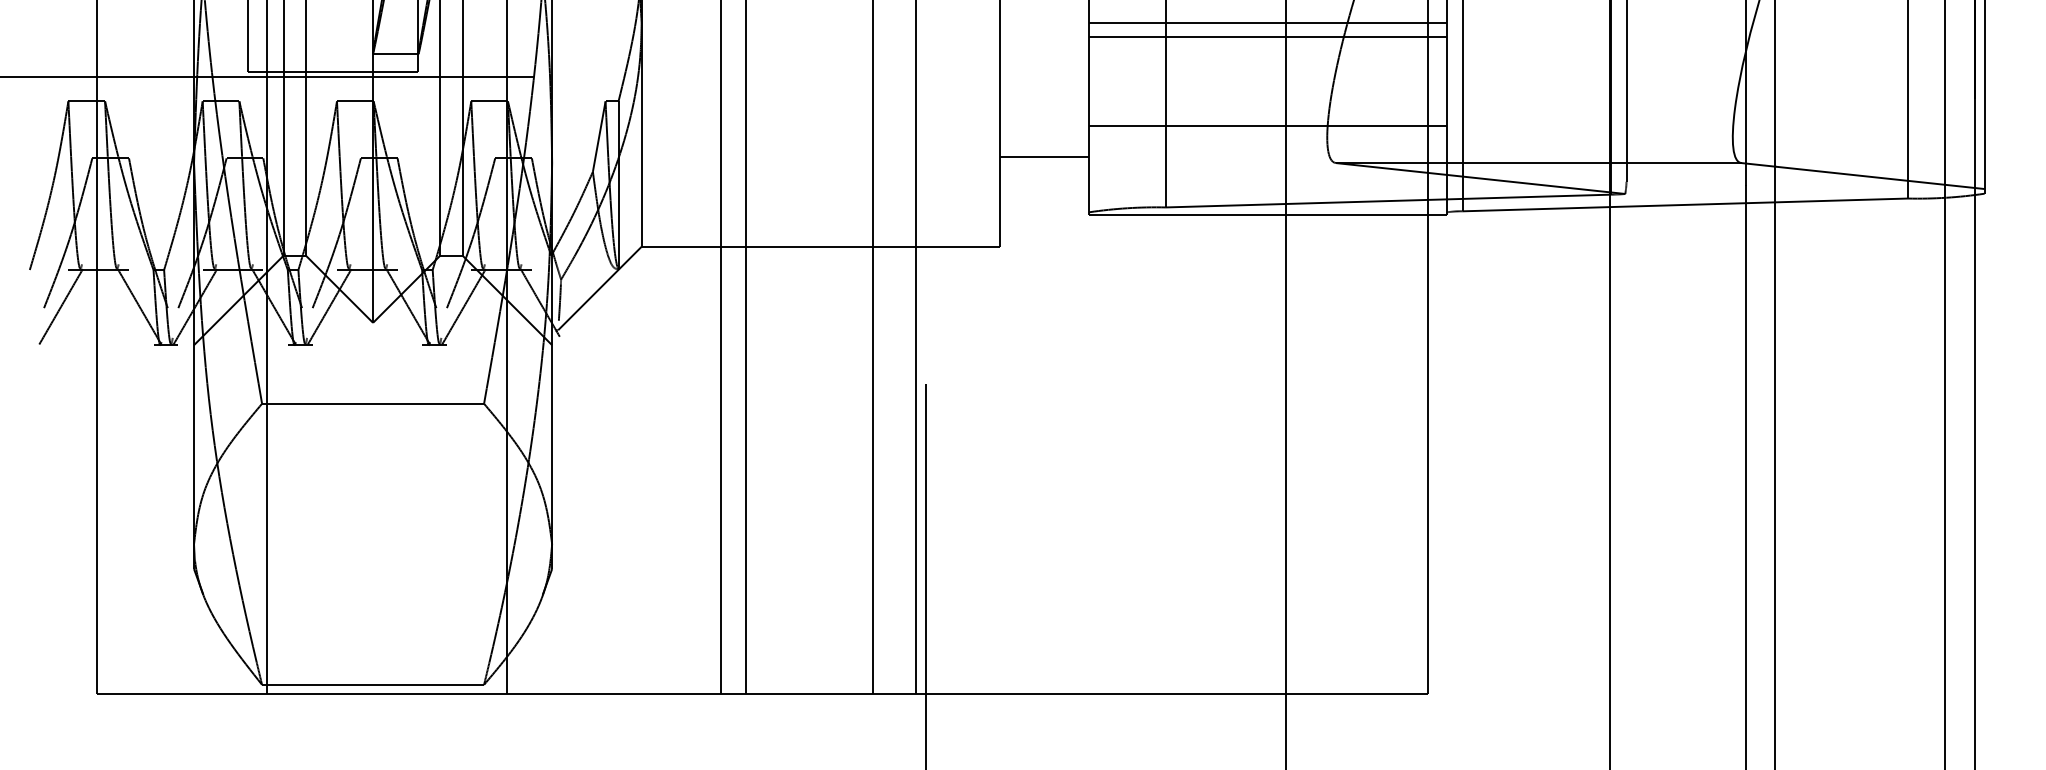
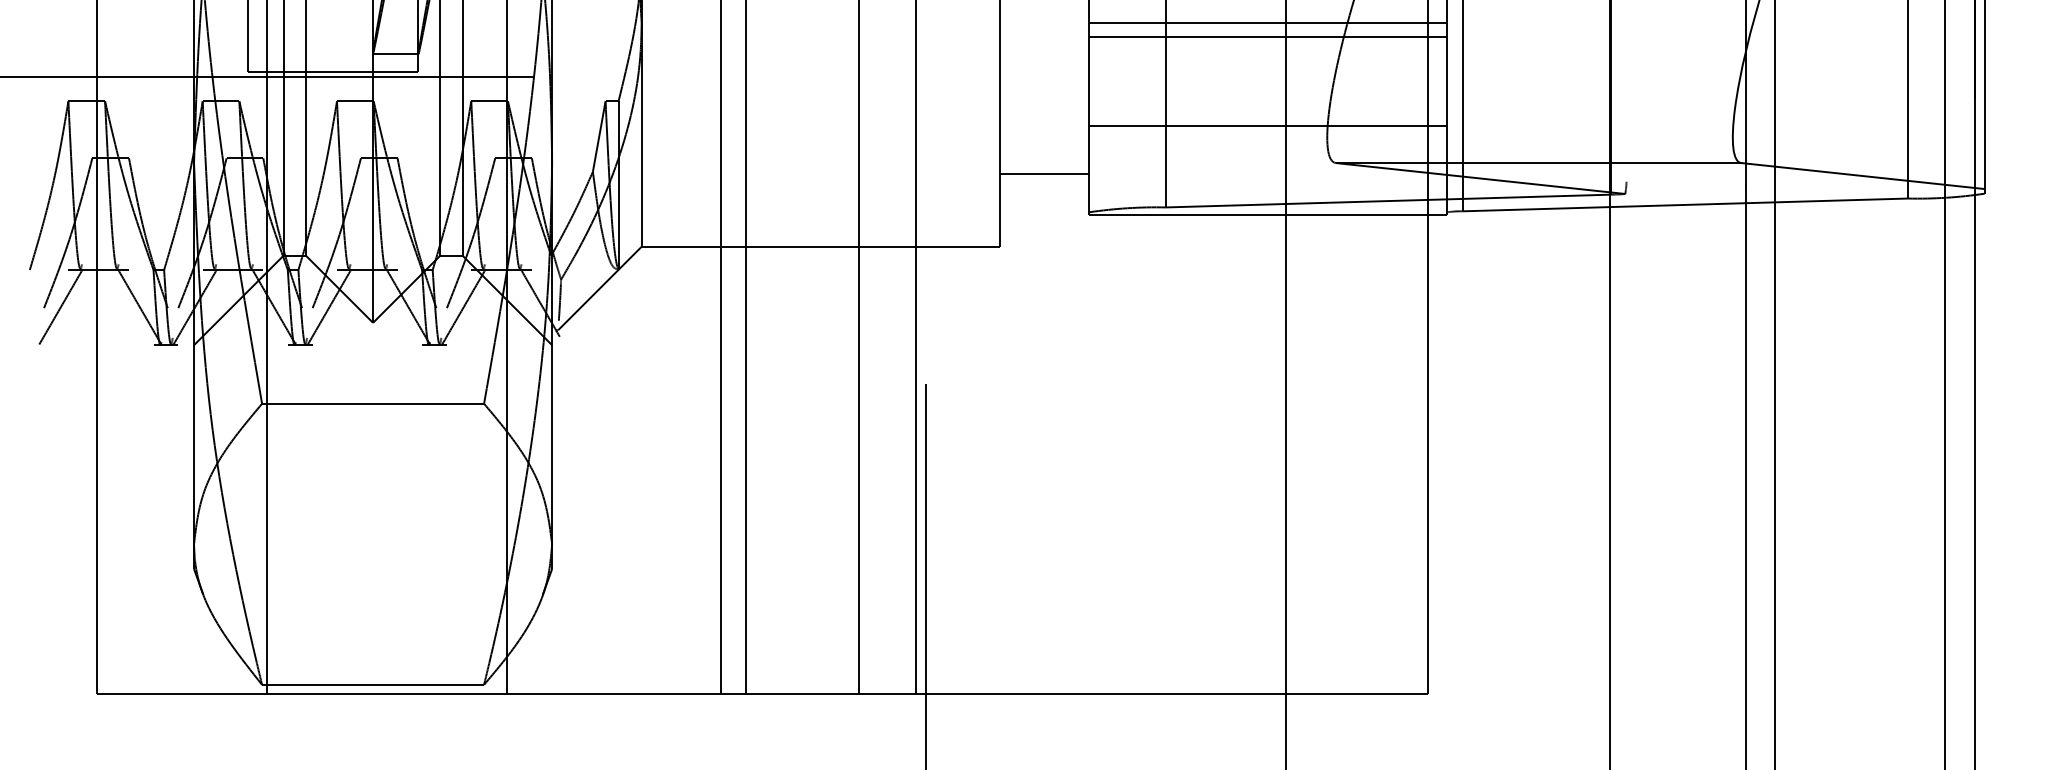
line at (1626, 91): present -> none
line at (1044, 157) position: (1044, 157) -> (1044, 174)
line at (873, 348) position: (873, 348) -> (859, 348)
